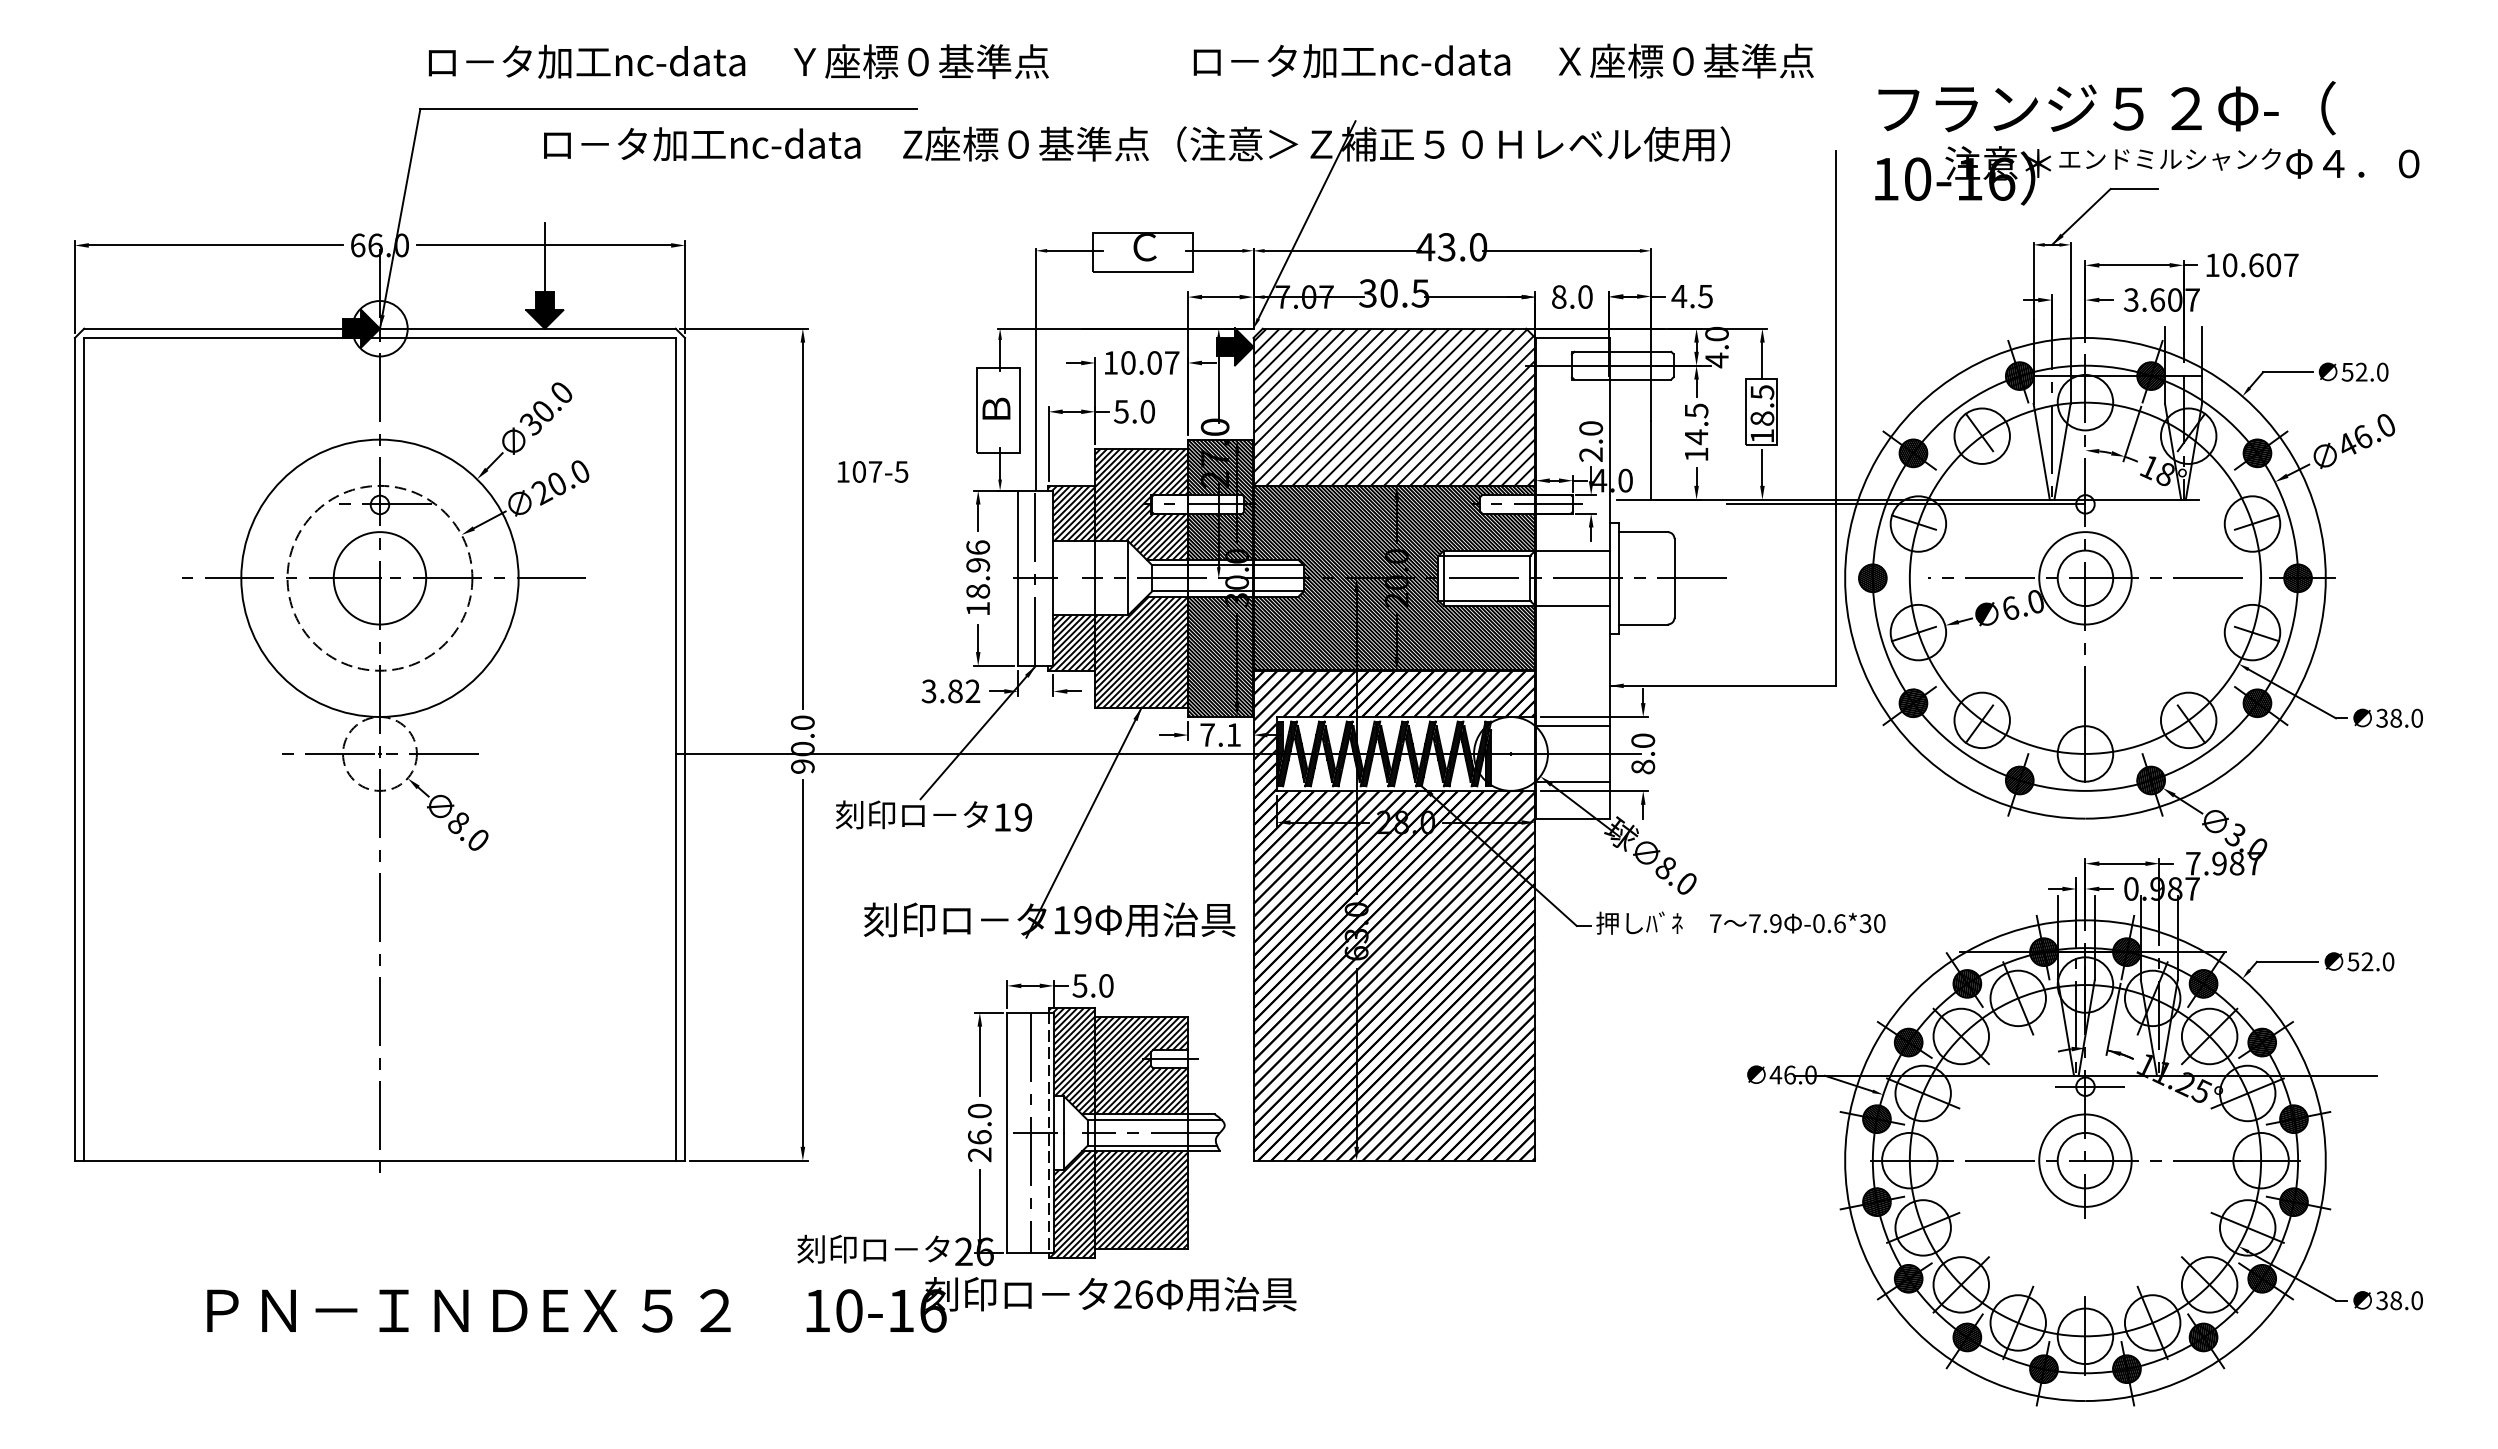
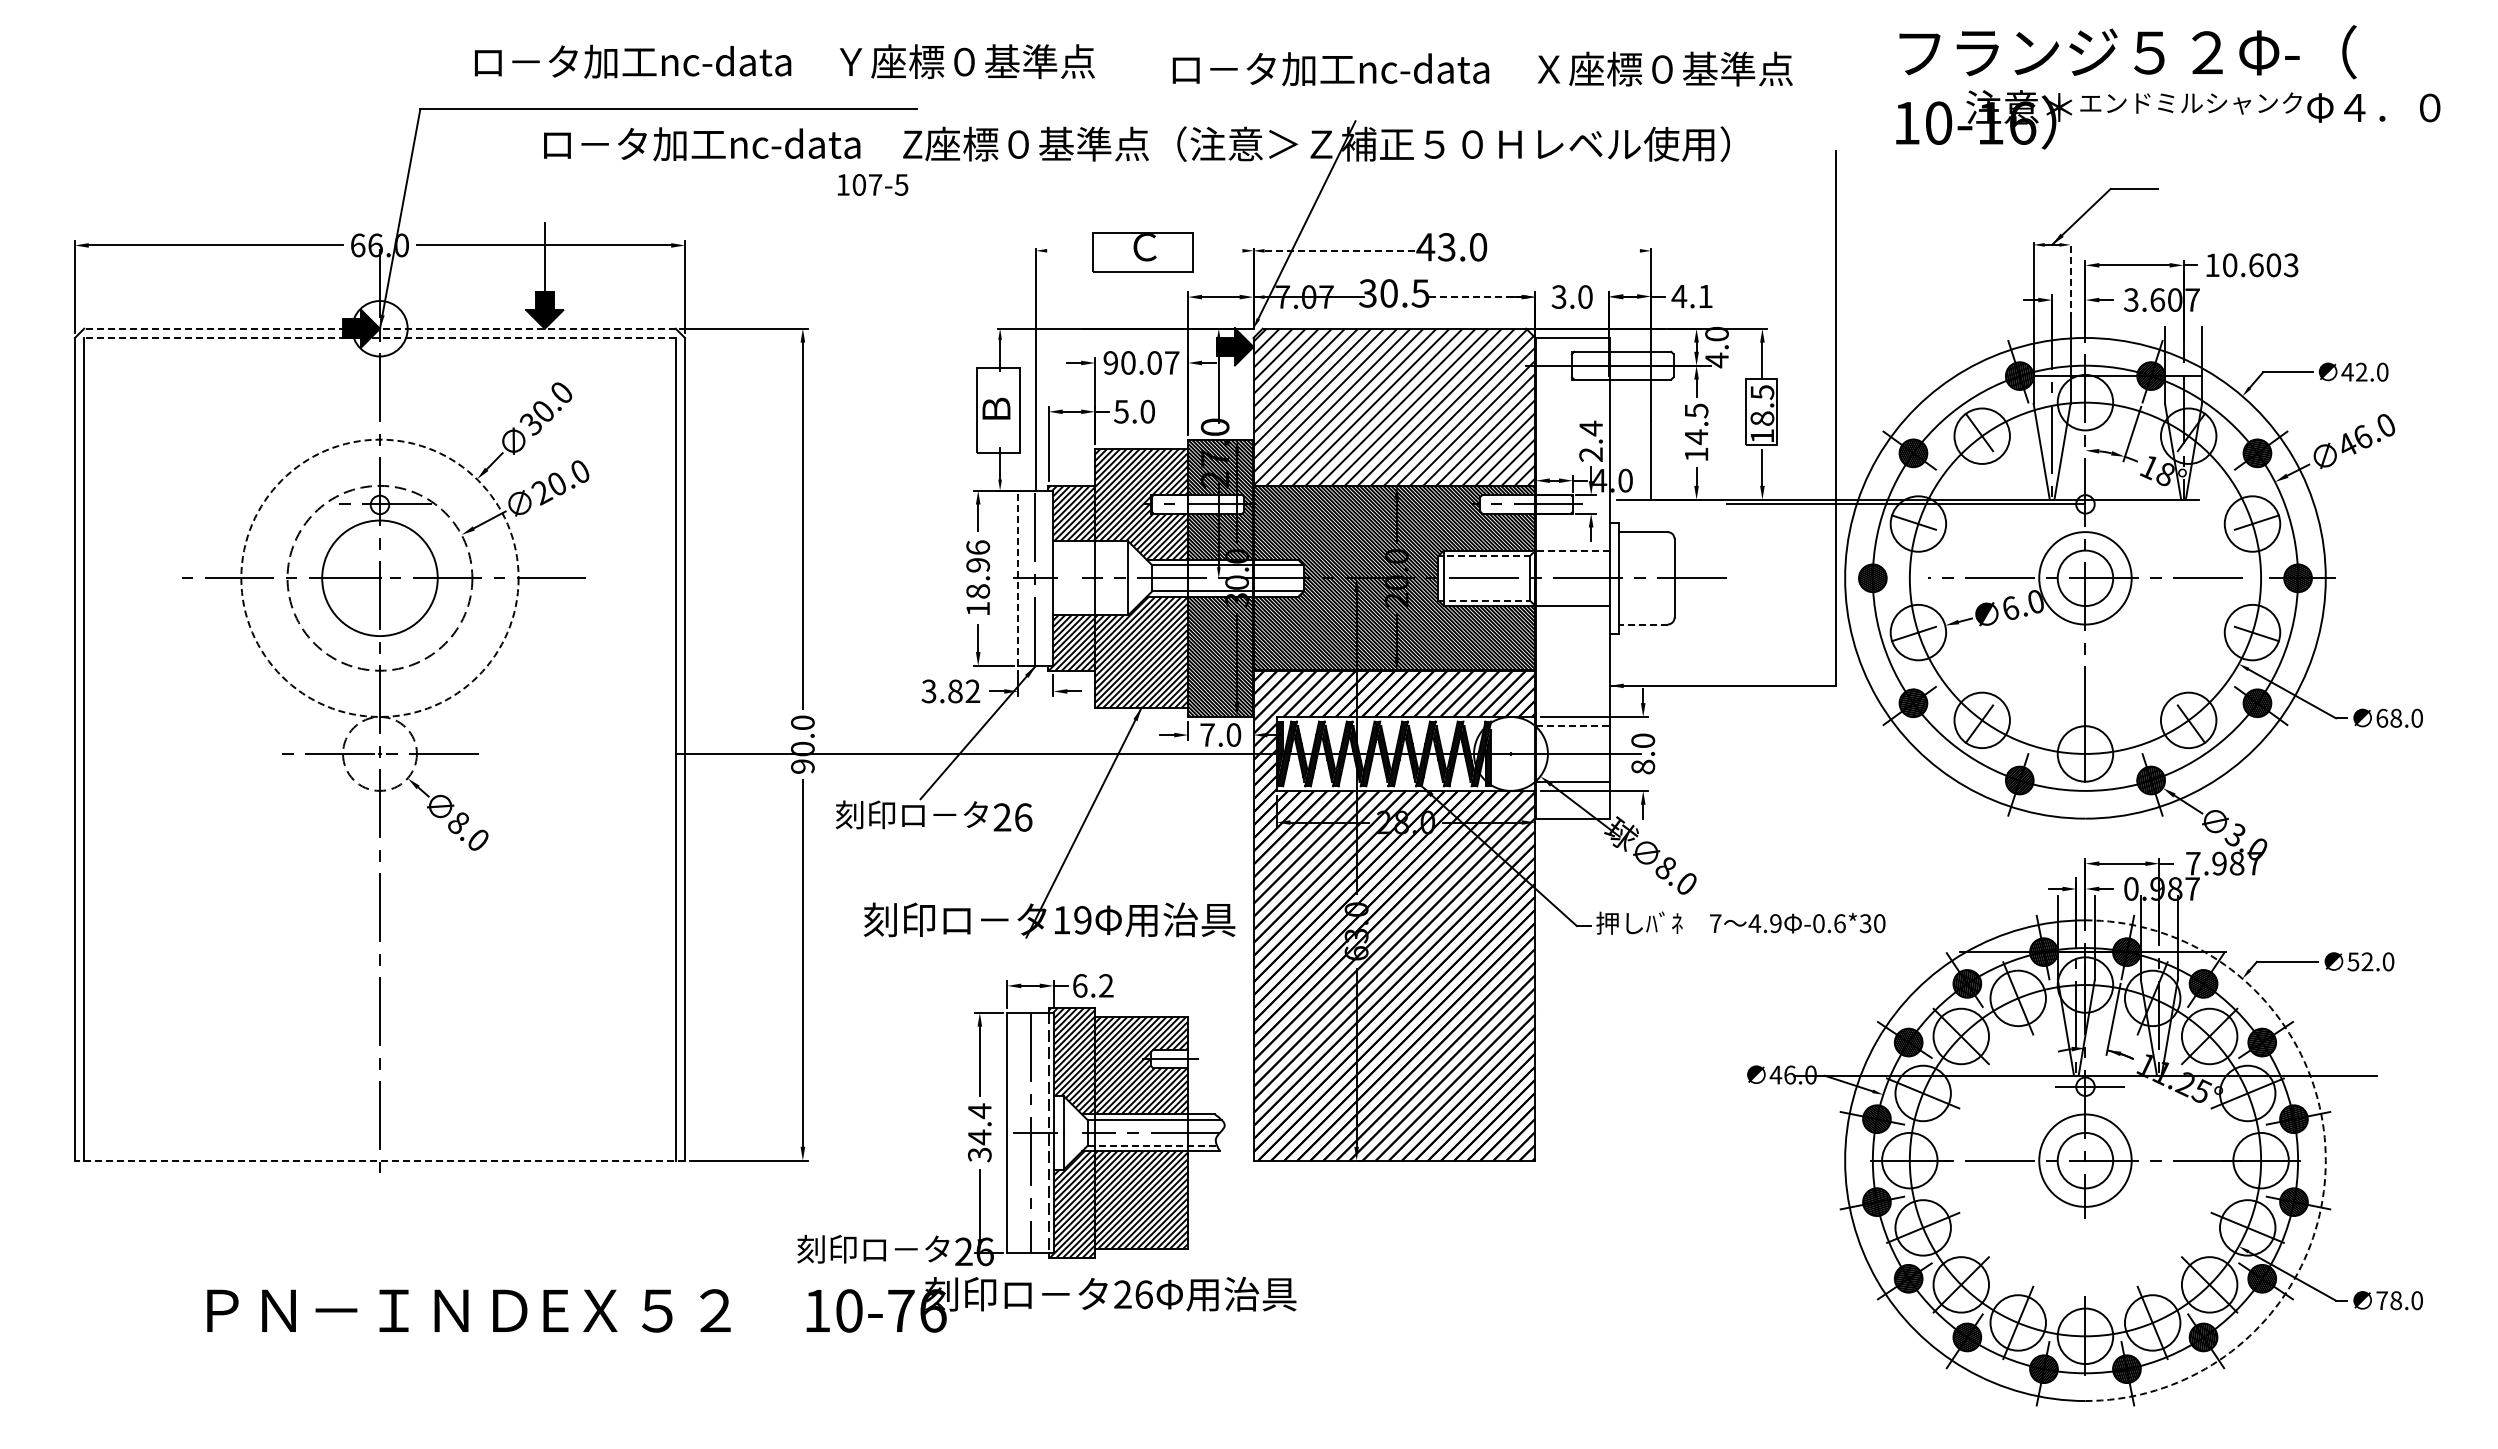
text at (1503, 60) position: (1503, 60) -> (1482, 68)
text at (738, 61) position: (738, 61) -> (784, 61)
text at (2147, 143) position: (2147, 143) -> (2168, 87)
line at (1075, 250): present -> none
line at (1214, 250): present -> none
line at (1343, 250): solid -> dashed
line at (1561, 250): present -> none
text at (2290, 265): 10.607 -> 10.603
line at (2070, 281): solid -> dashed
text at (1558, 296): 8.0 -> 3.0
text at (1705, 296): 4.5 -> 4.1
line at (1474, 297): solid -> dashed
line at (379, 328): solid -> dashed
line at (379, 337): solid -> dashed
text at (1110, 362): 10.07 -> 90.07
text at (2347, 372): 52.0 -> 42.0
text at (1591, 428): 2.0 -> 2.4
text at (872, 471) position: (872, 471) -> (872, 184)
line at (1570, 550): solid -> dashed
line at (1484, 556): solid -> dashed
circle at (379, 577): solid -> dashed
circle at (379, 578) diameter: 92 px -> 116 px
line at (1017, 578): solid -> dashed
line at (1485, 600): solid -> dashed
line at (1642, 624): solid -> dashed
text at (2382, 717): 38.0 -> 68.0
line at (1572, 726): solid -> dashed
text at (1233, 734): 7.1 -> 7.0
text at (1012, 817): 19 -> 26
text at (1754, 923): 7.9 -> 4.9
text at (1092, 985): 5.0 -> 6.2
text at (979, 1132): 26.0 -> 34.4
line at (1152, 1145): solid -> dashed
line at (379, 1160): solid -> dashed
arc at (2325, 1160): solid -> dashed
text at (2382, 1300): 38.0 -> 78.0
text at (901, 1310): 10-16 -> 10-76
